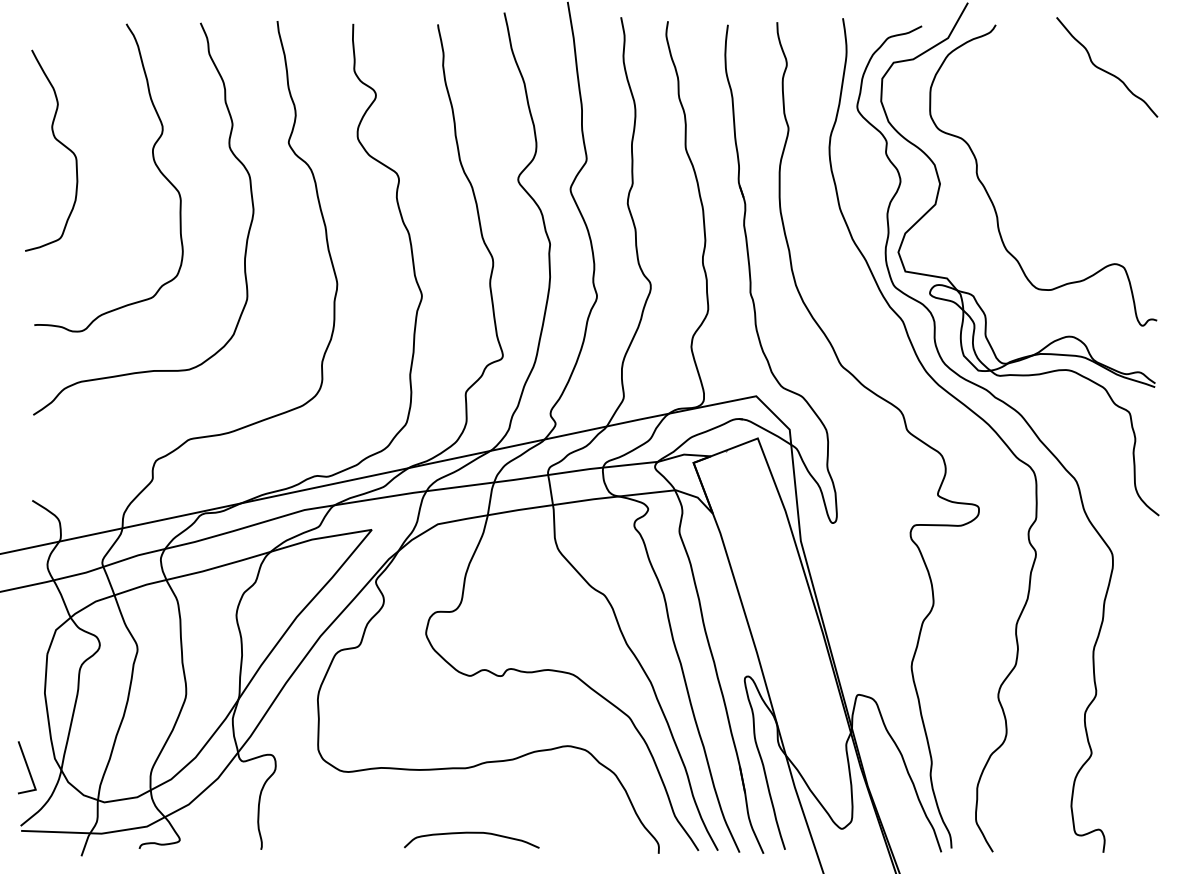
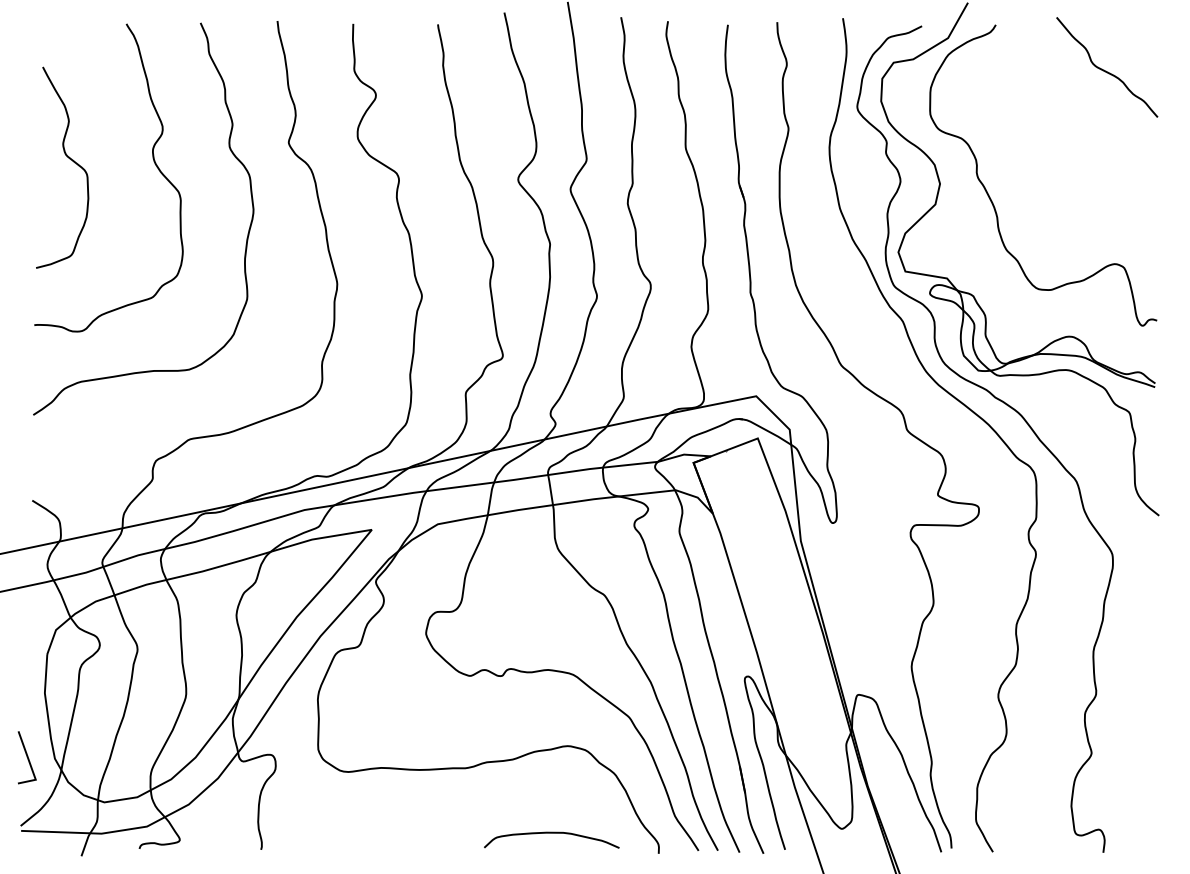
curve at (58, 142) position: (58, 142) -> (69, 159)
line at (26, 767) position: (26, 767) -> (26, 757)
curve at (471, 833) position: (471, 833) -> (551, 833)
